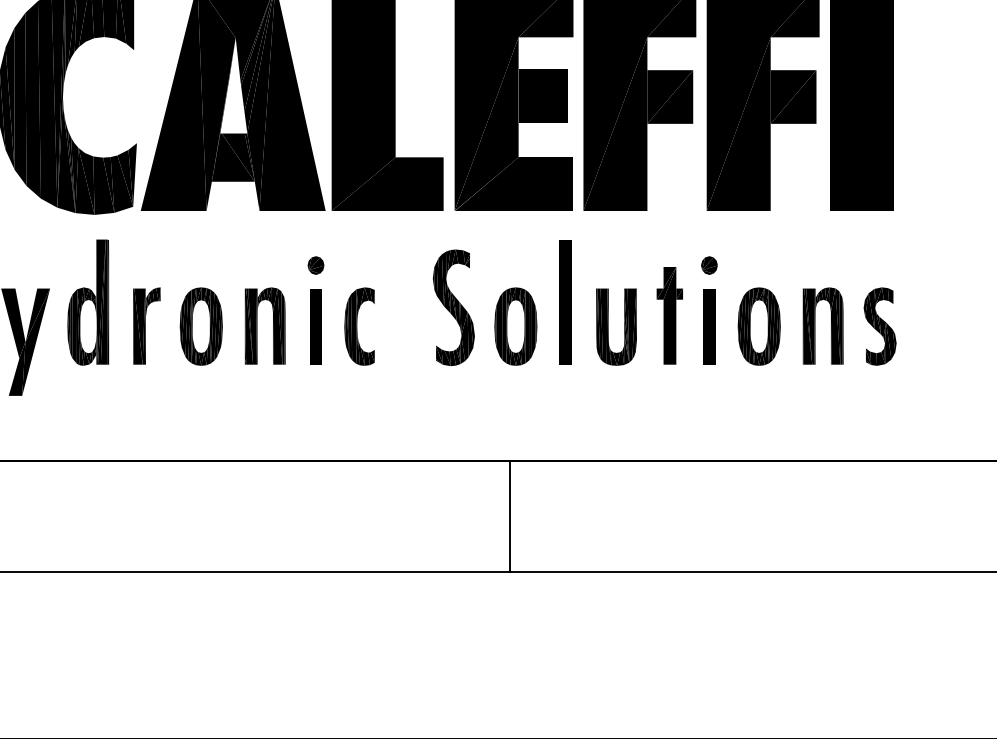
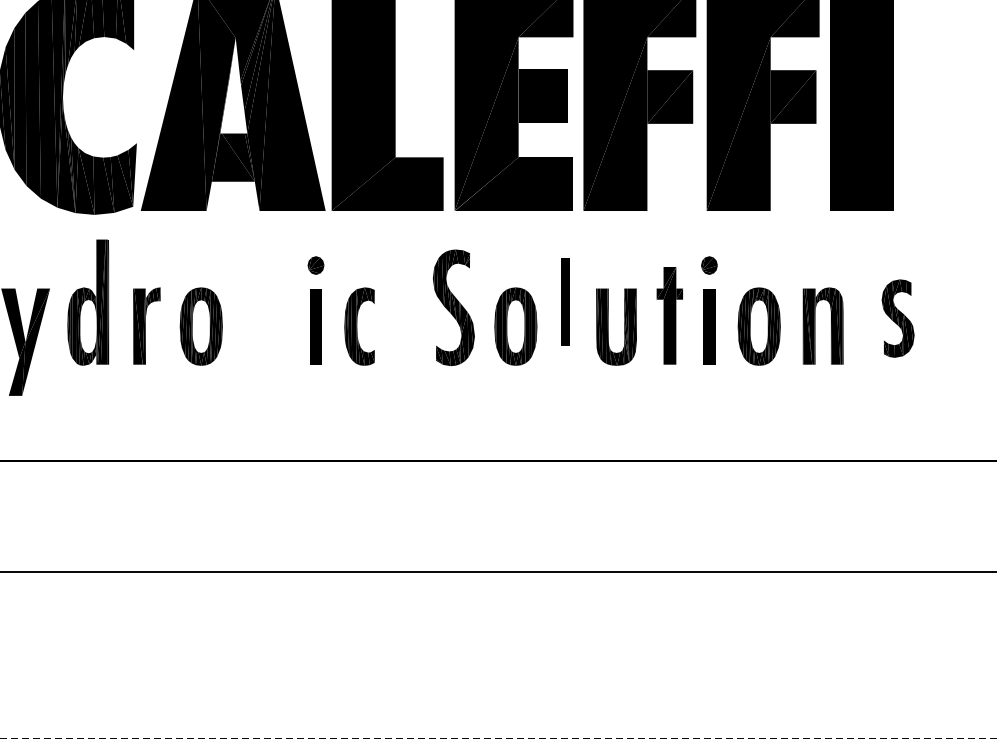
part at (565, 302) size: 13x125 px -> 9x88 px
part at (257, 325): present -> none
part at (879, 326) position: (879, 326) -> (897, 318)
line at (509, 515): present -> none
line at (499, 738): solid -> dashed
